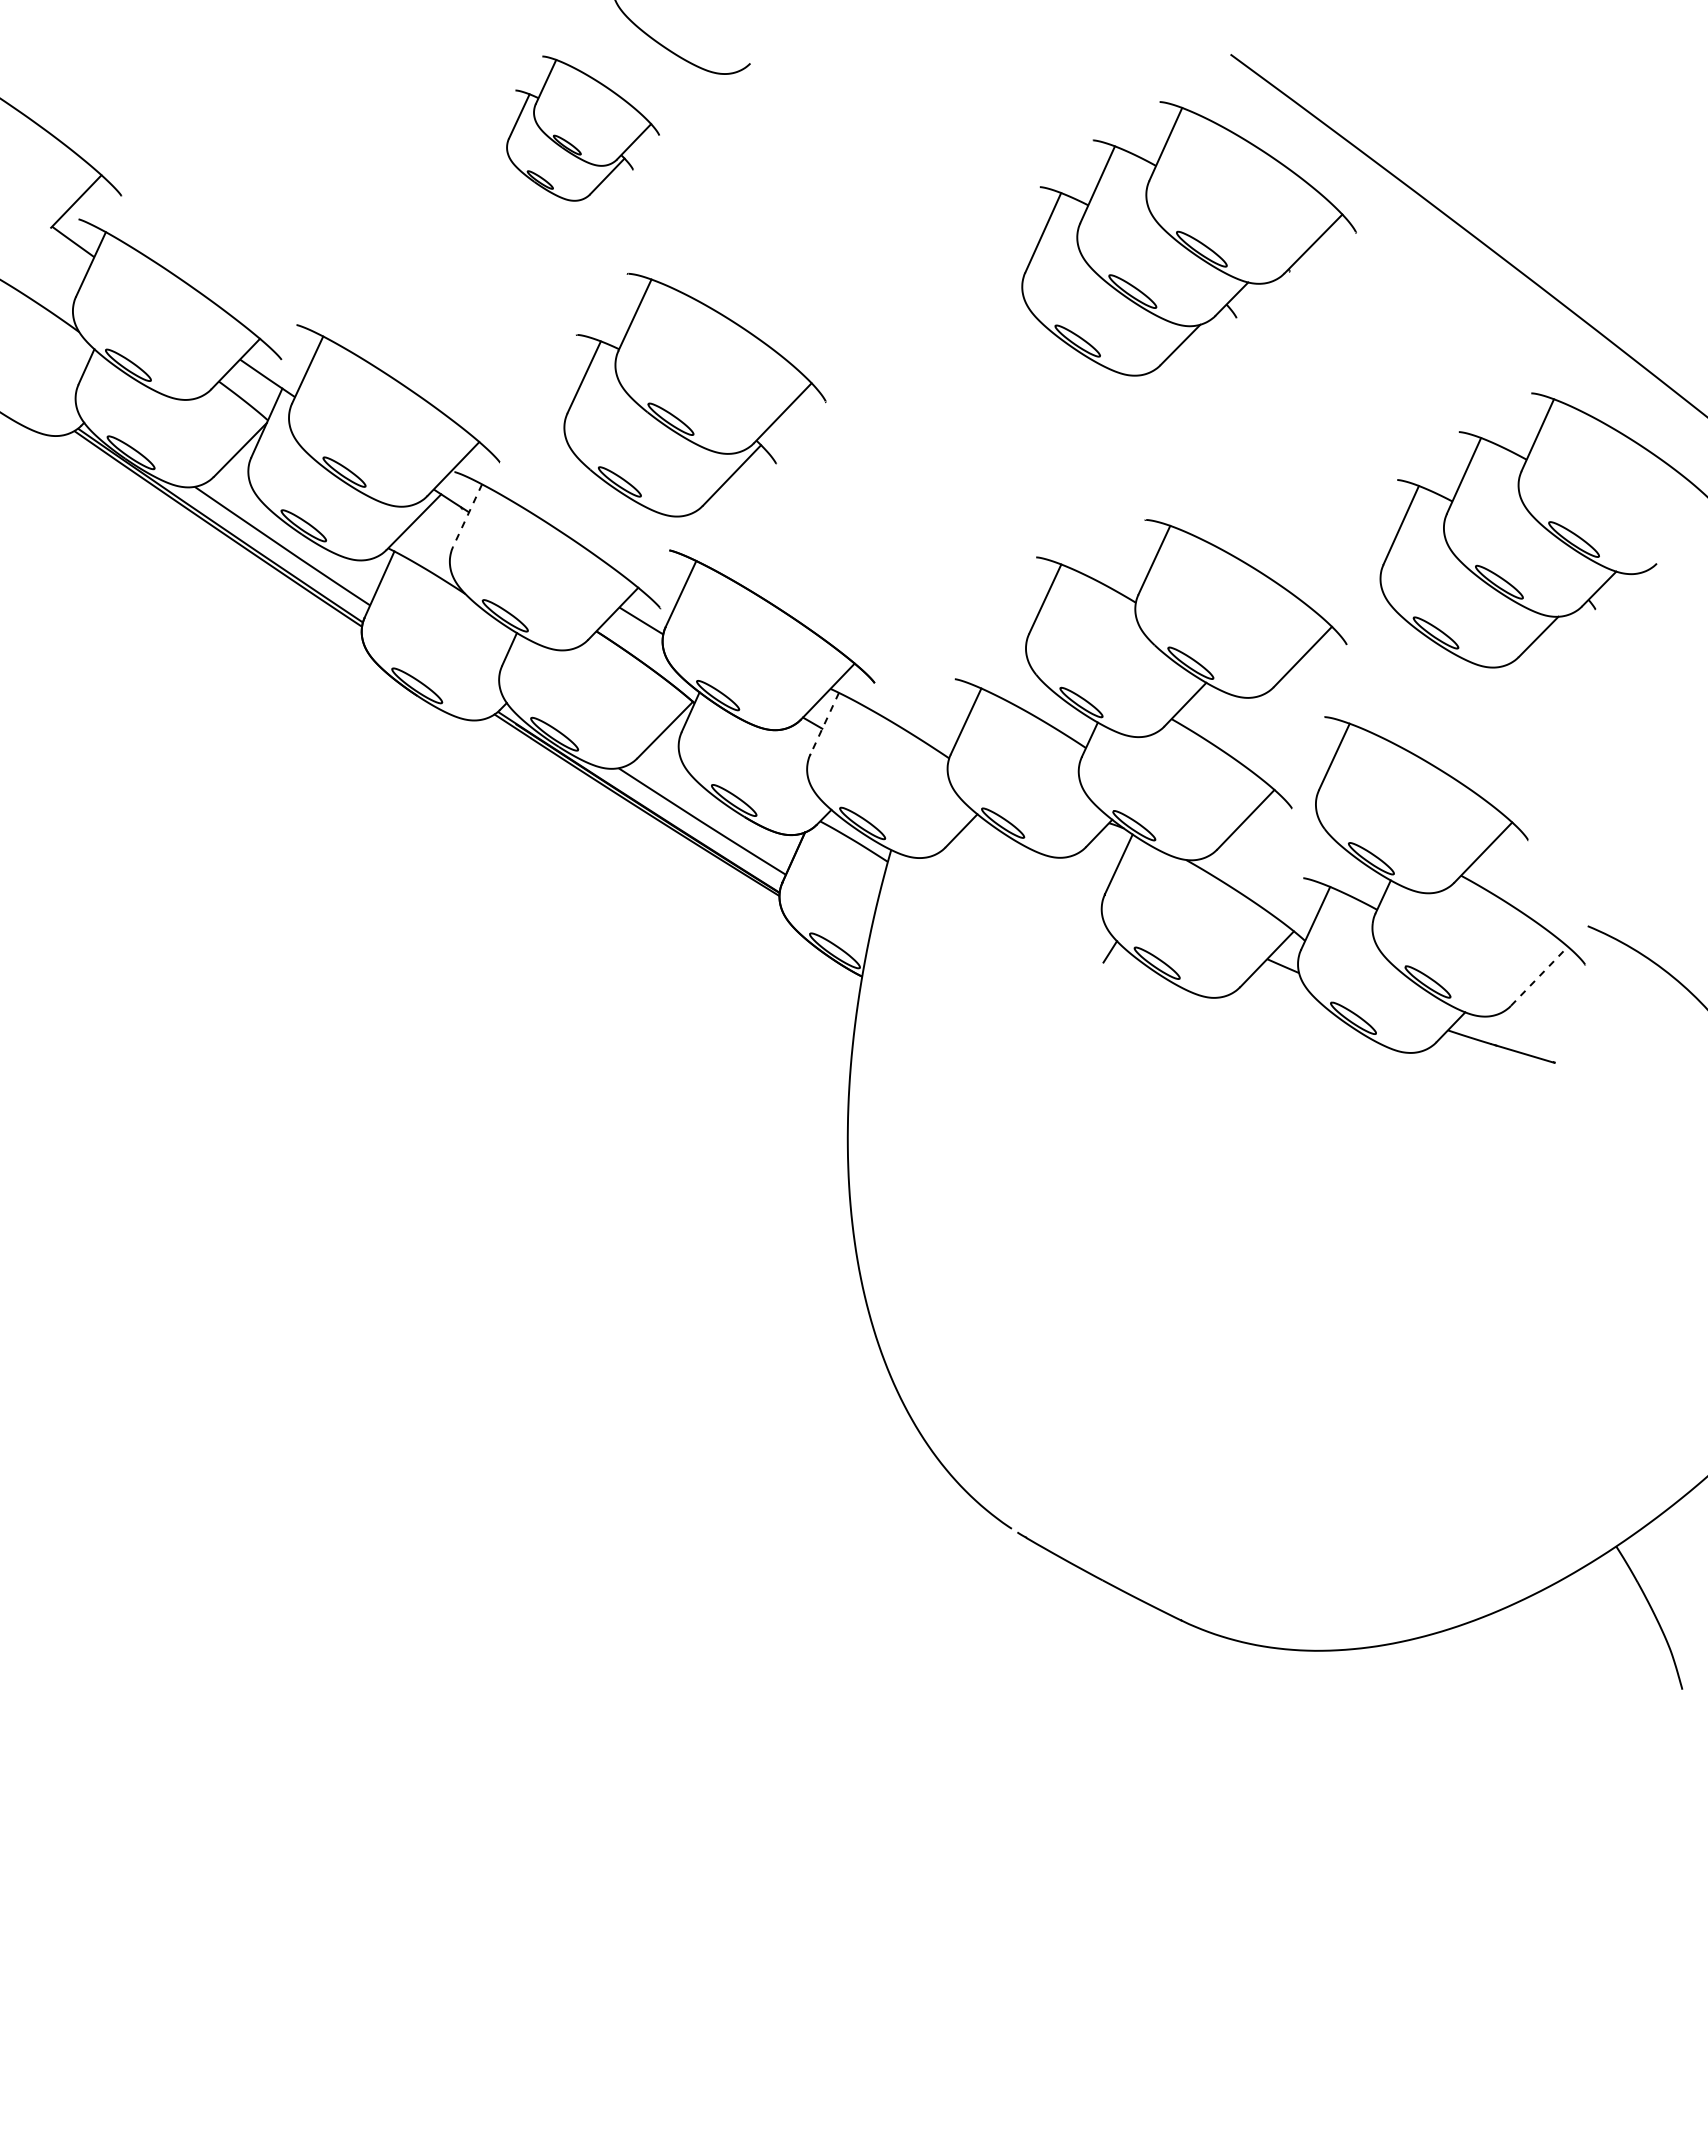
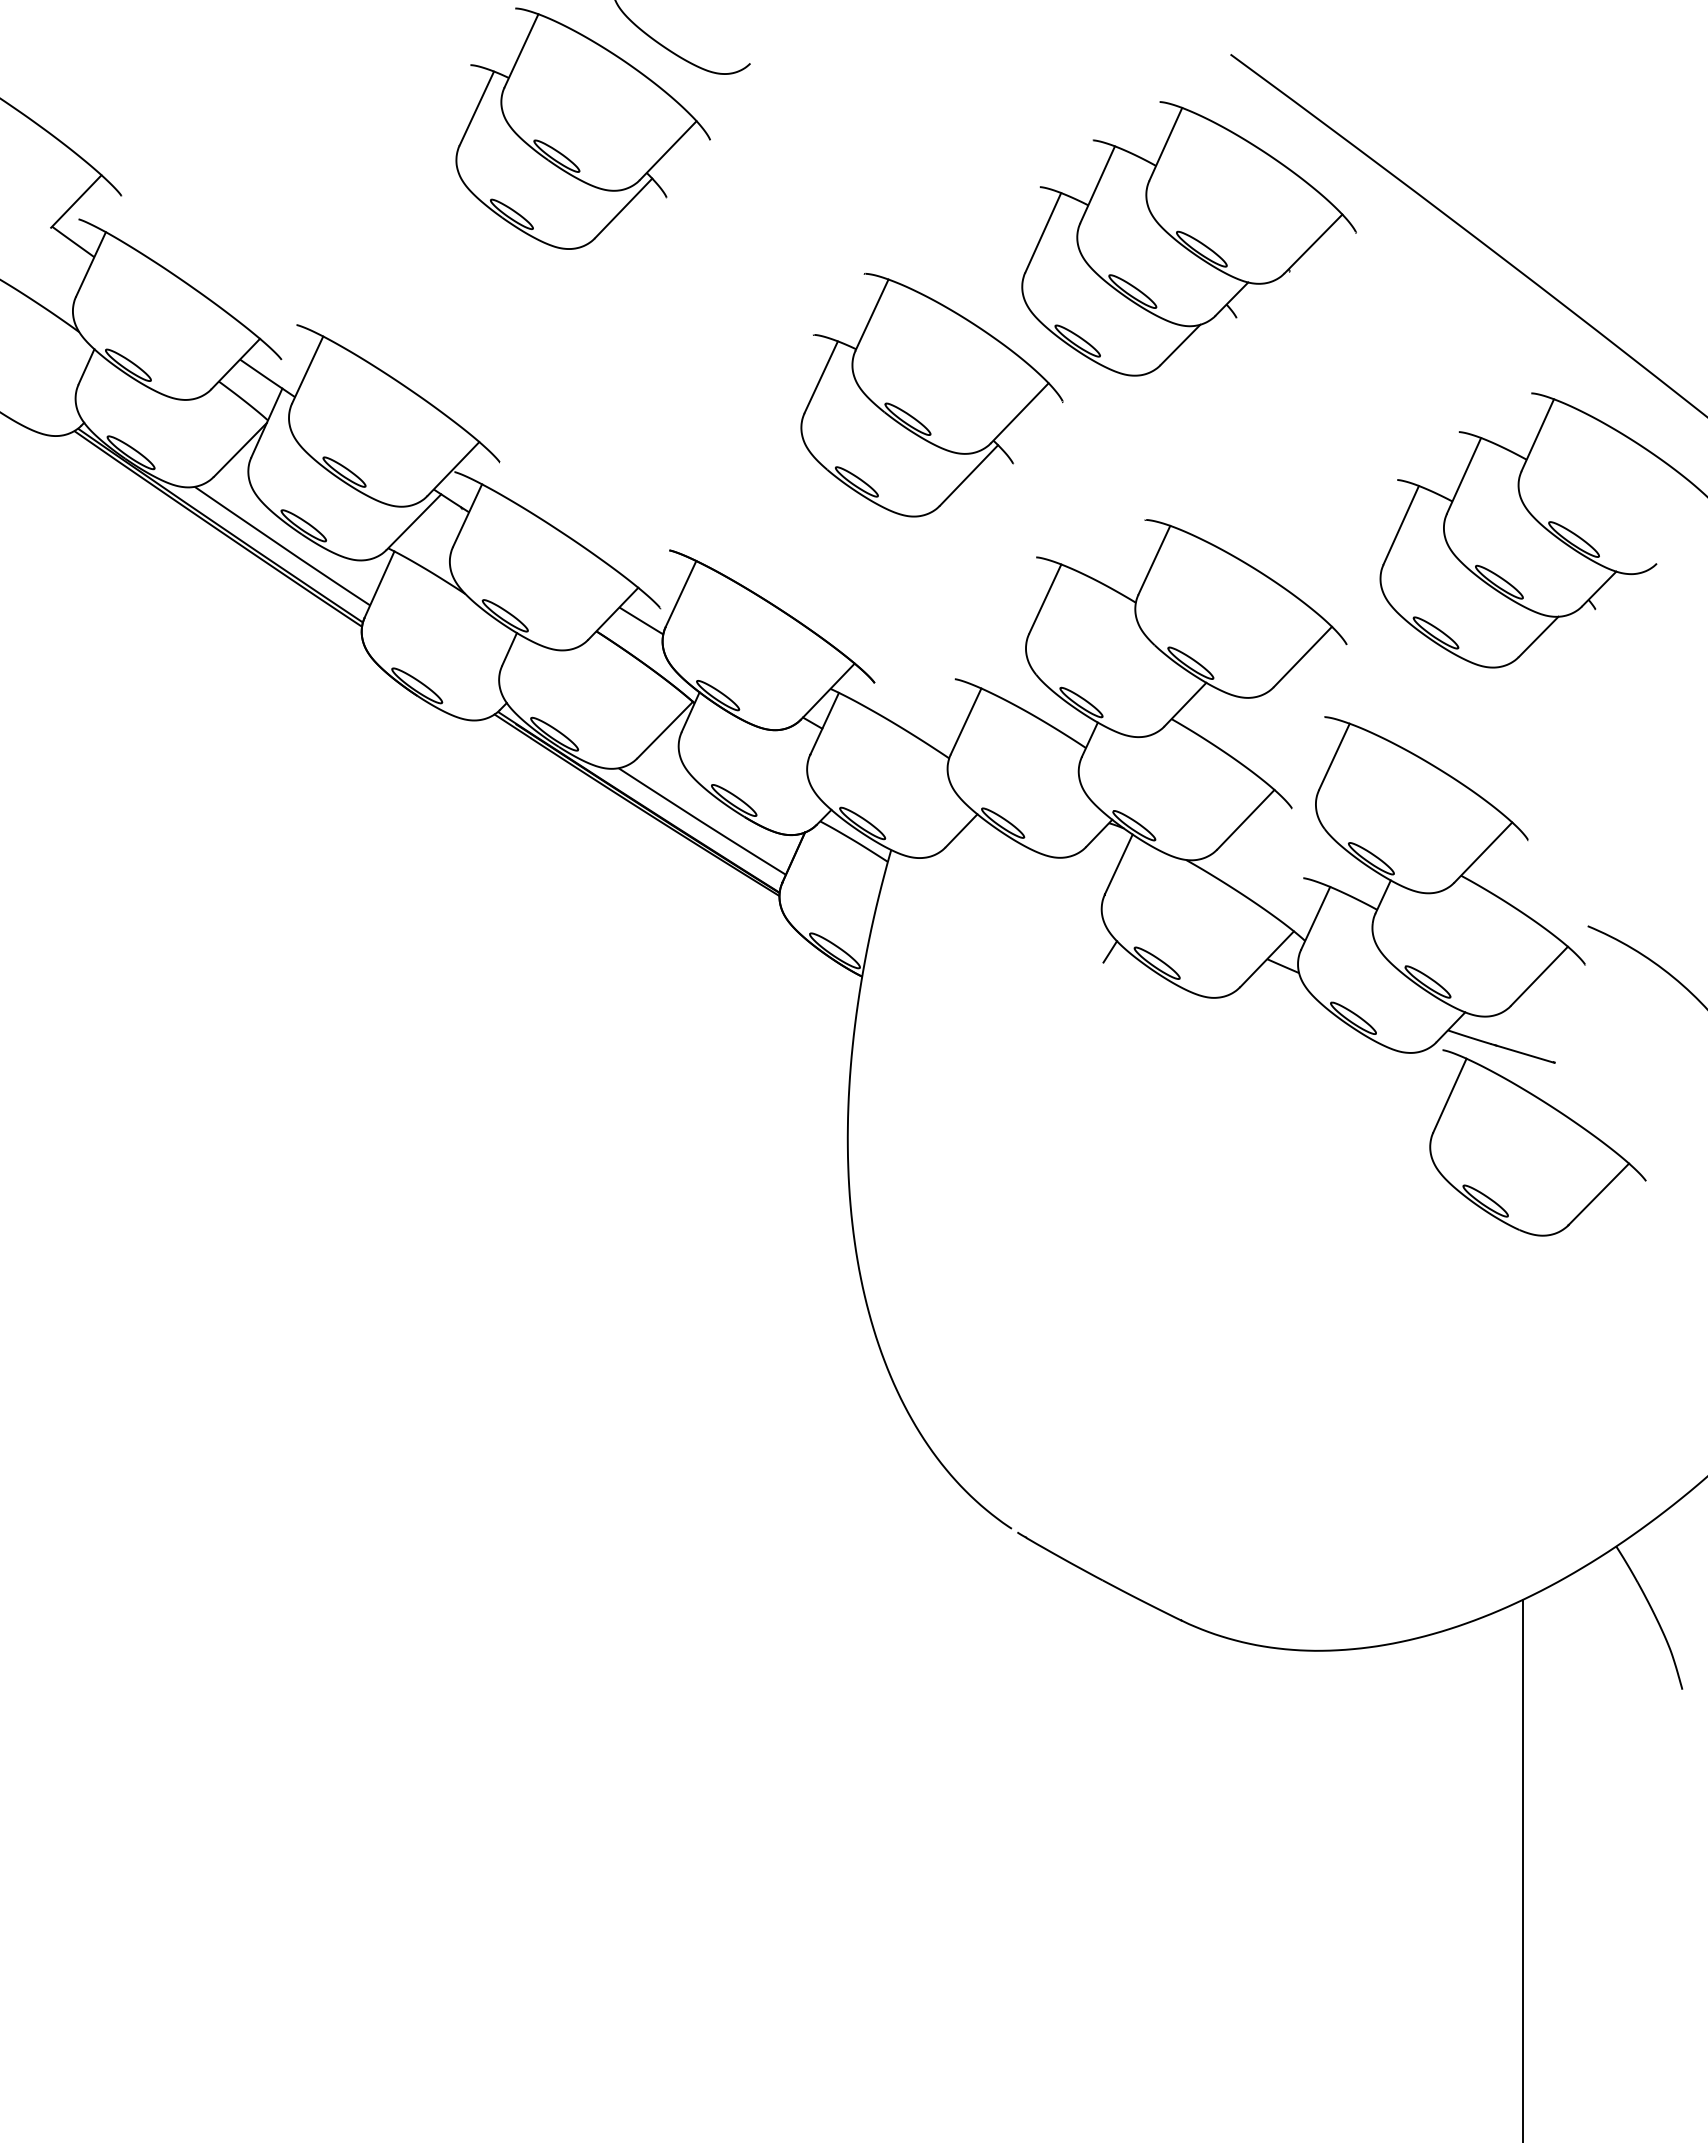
part at (582, 128) size: 154x147 px -> 256x243 px
part at (694, 395) position: (694, 395) -> (931, 395)
line at (467, 515): dashed -> solid
line at (824, 724): dashed -> solid
line at (1539, 976): dashed -> solid
part at (1537, 1142): none -> present
line at (1522, 1869): none -> present
